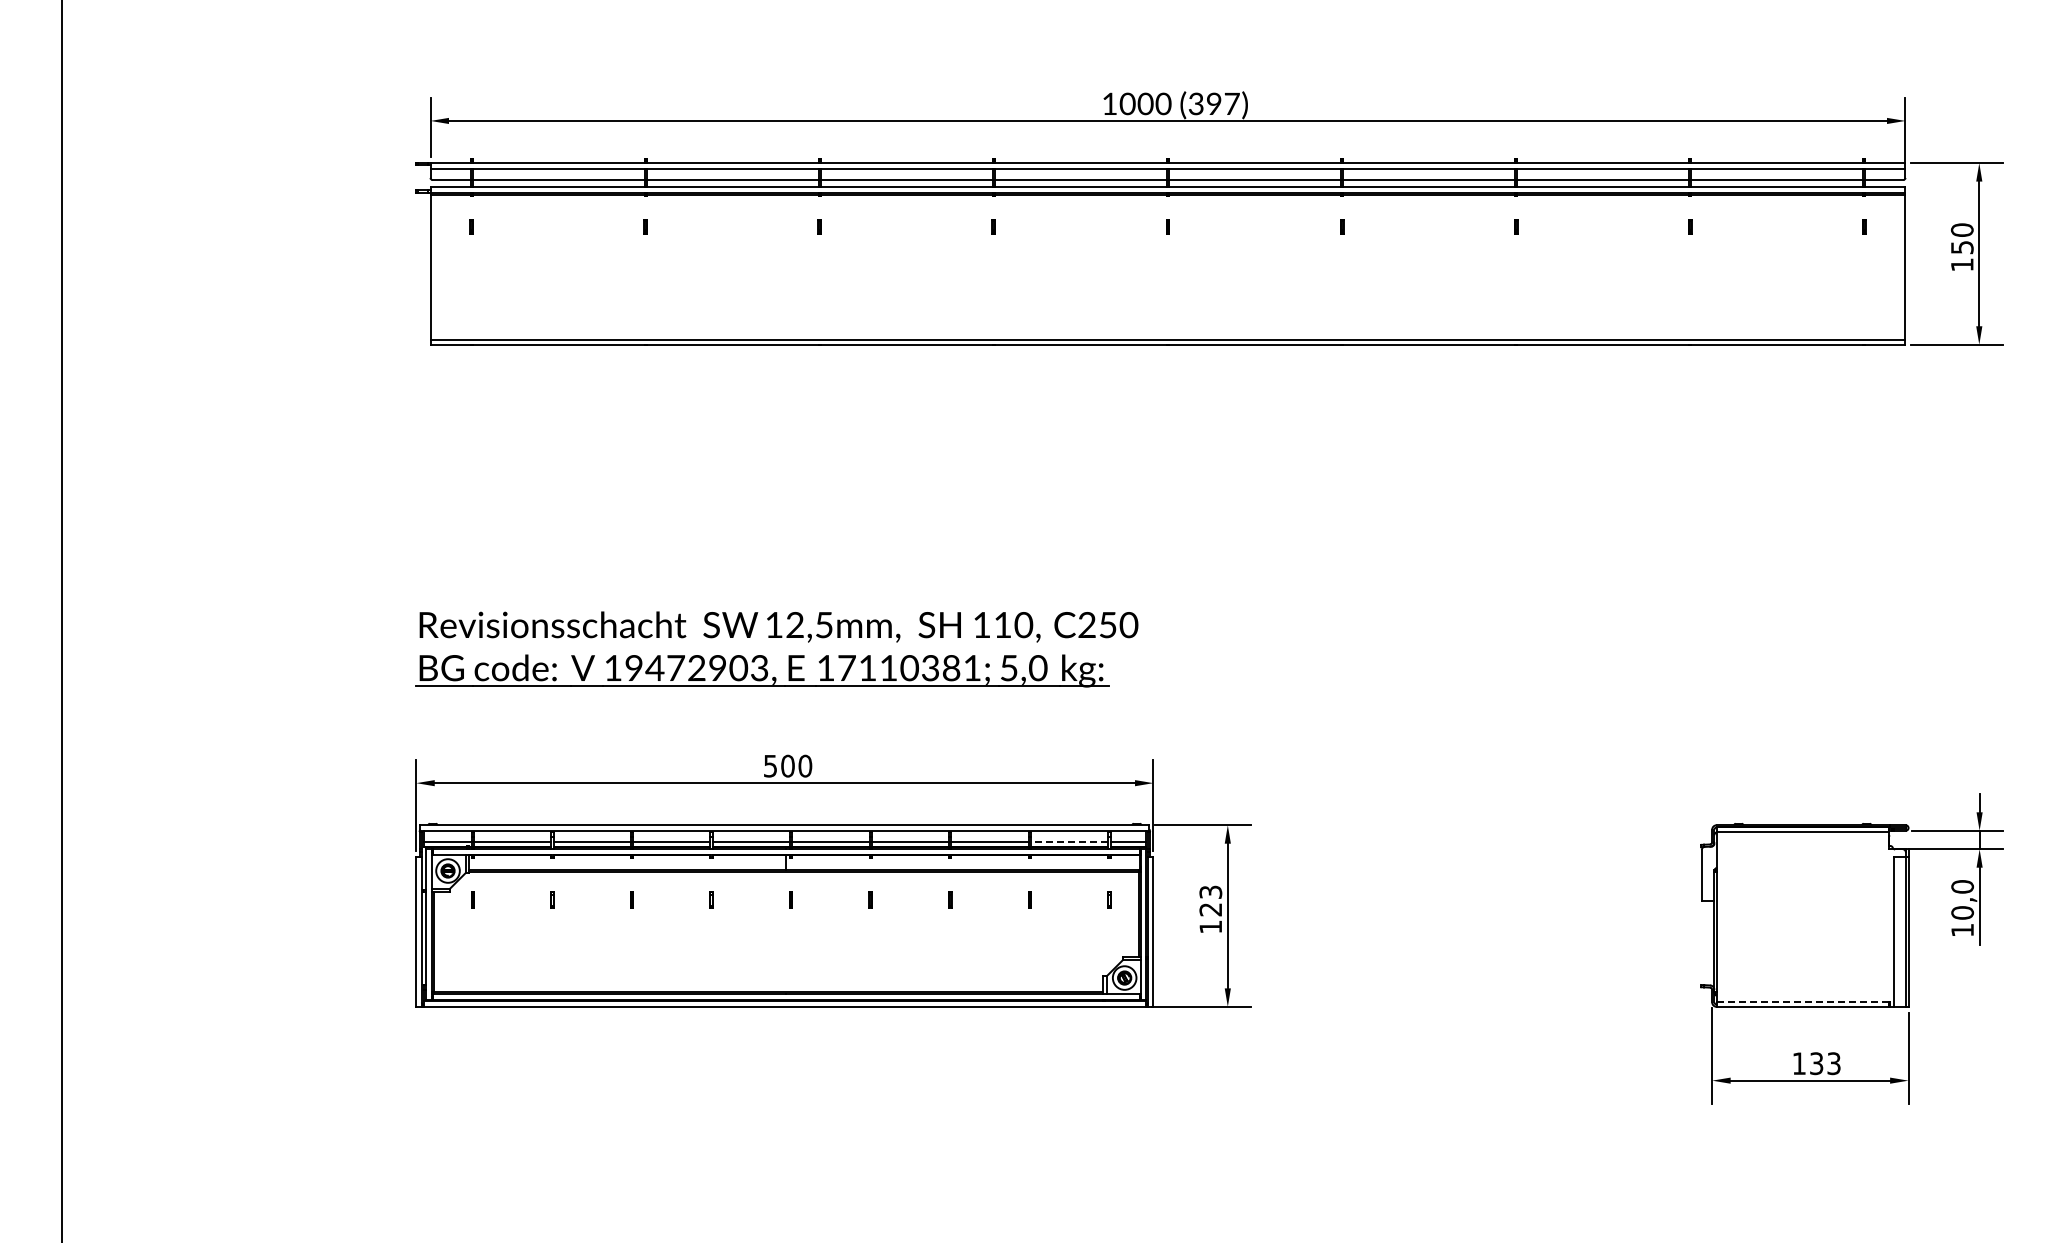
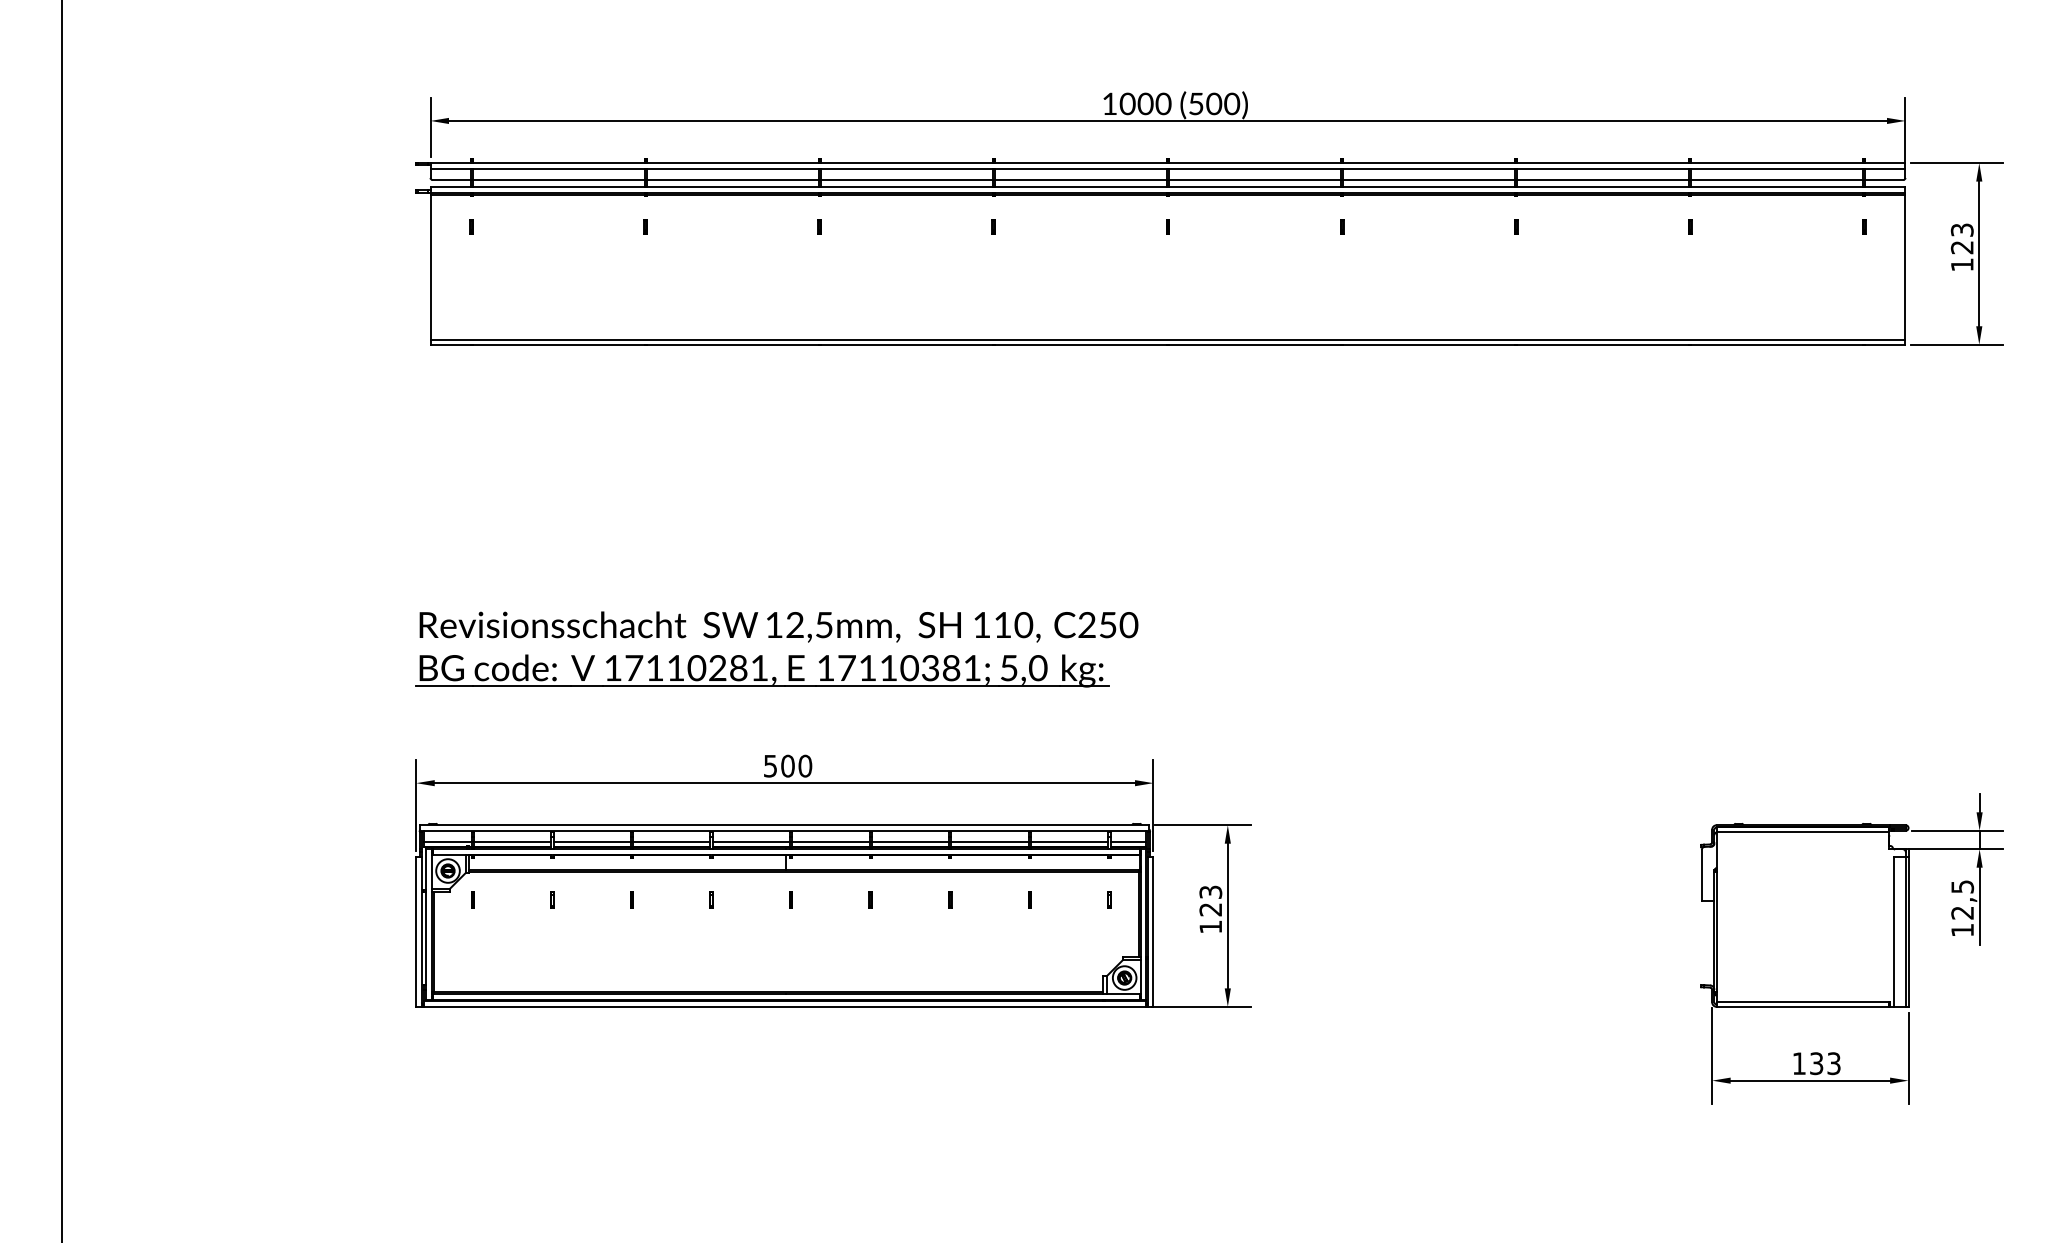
text at (1214, 103): (397) -> (500)
text at (1961, 238): 150 -> 123
text at (696, 668): 19472903, -> 17110281,
line at (1069, 842): dashed -> solid
text at (1962, 899): 10,0 -> 12,5
line at (1803, 1002): dashed -> solid
